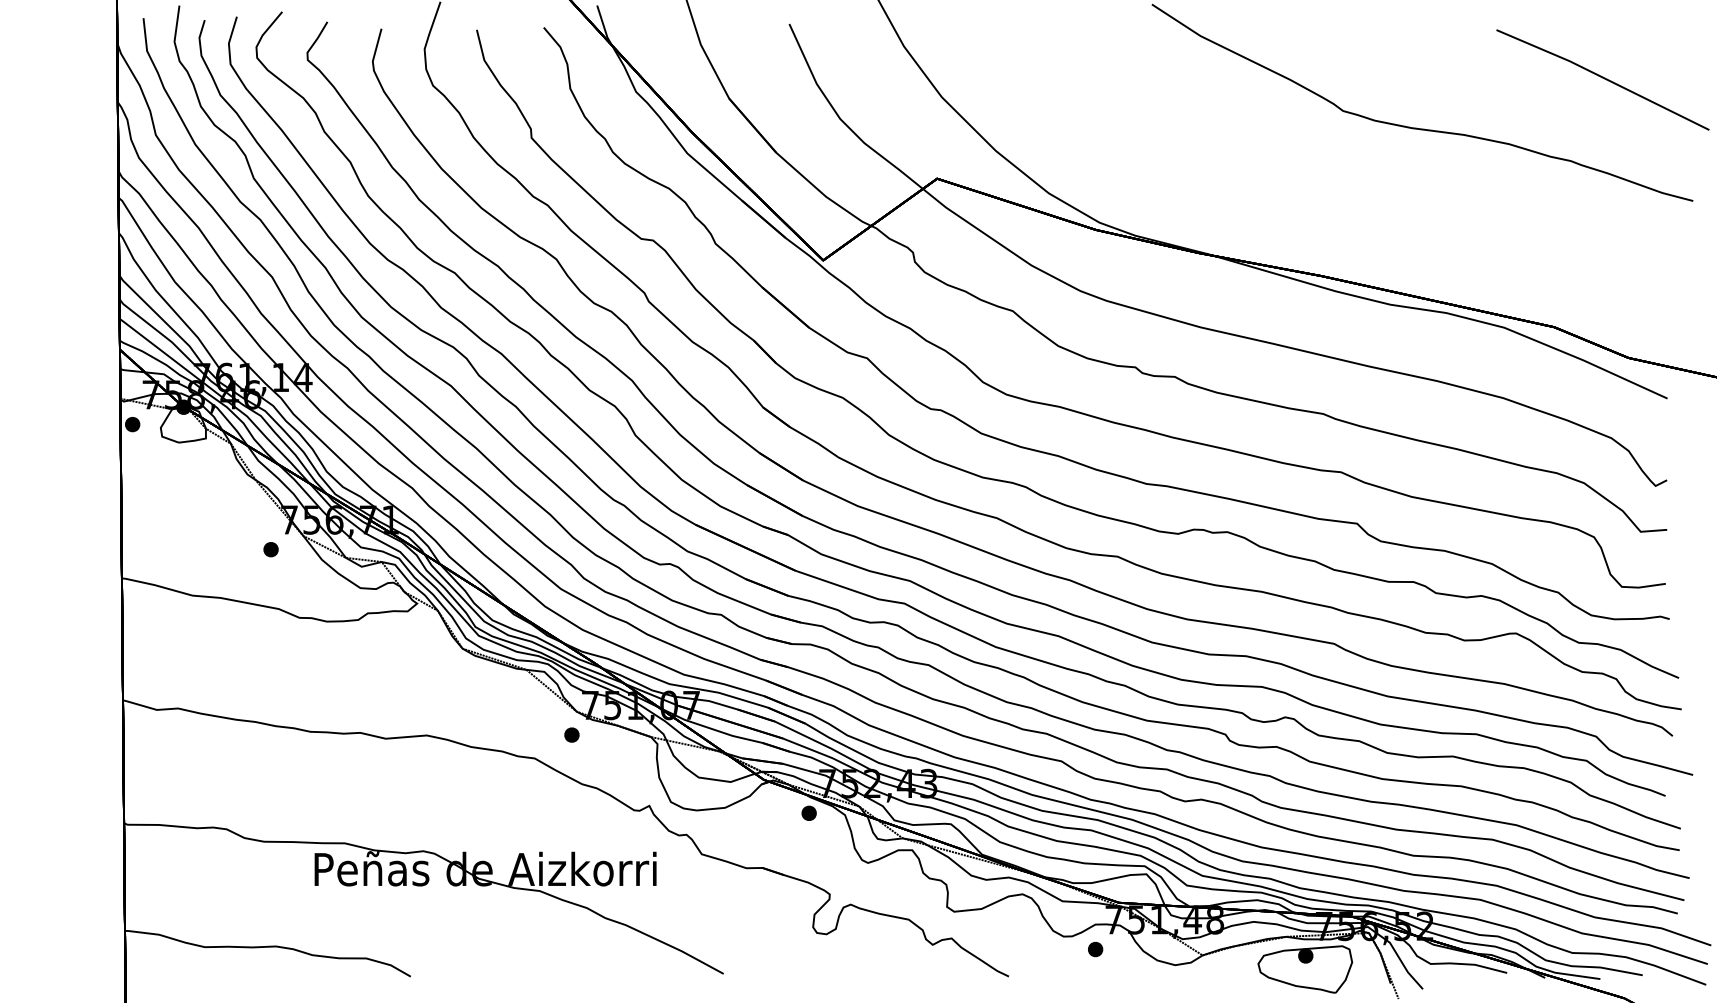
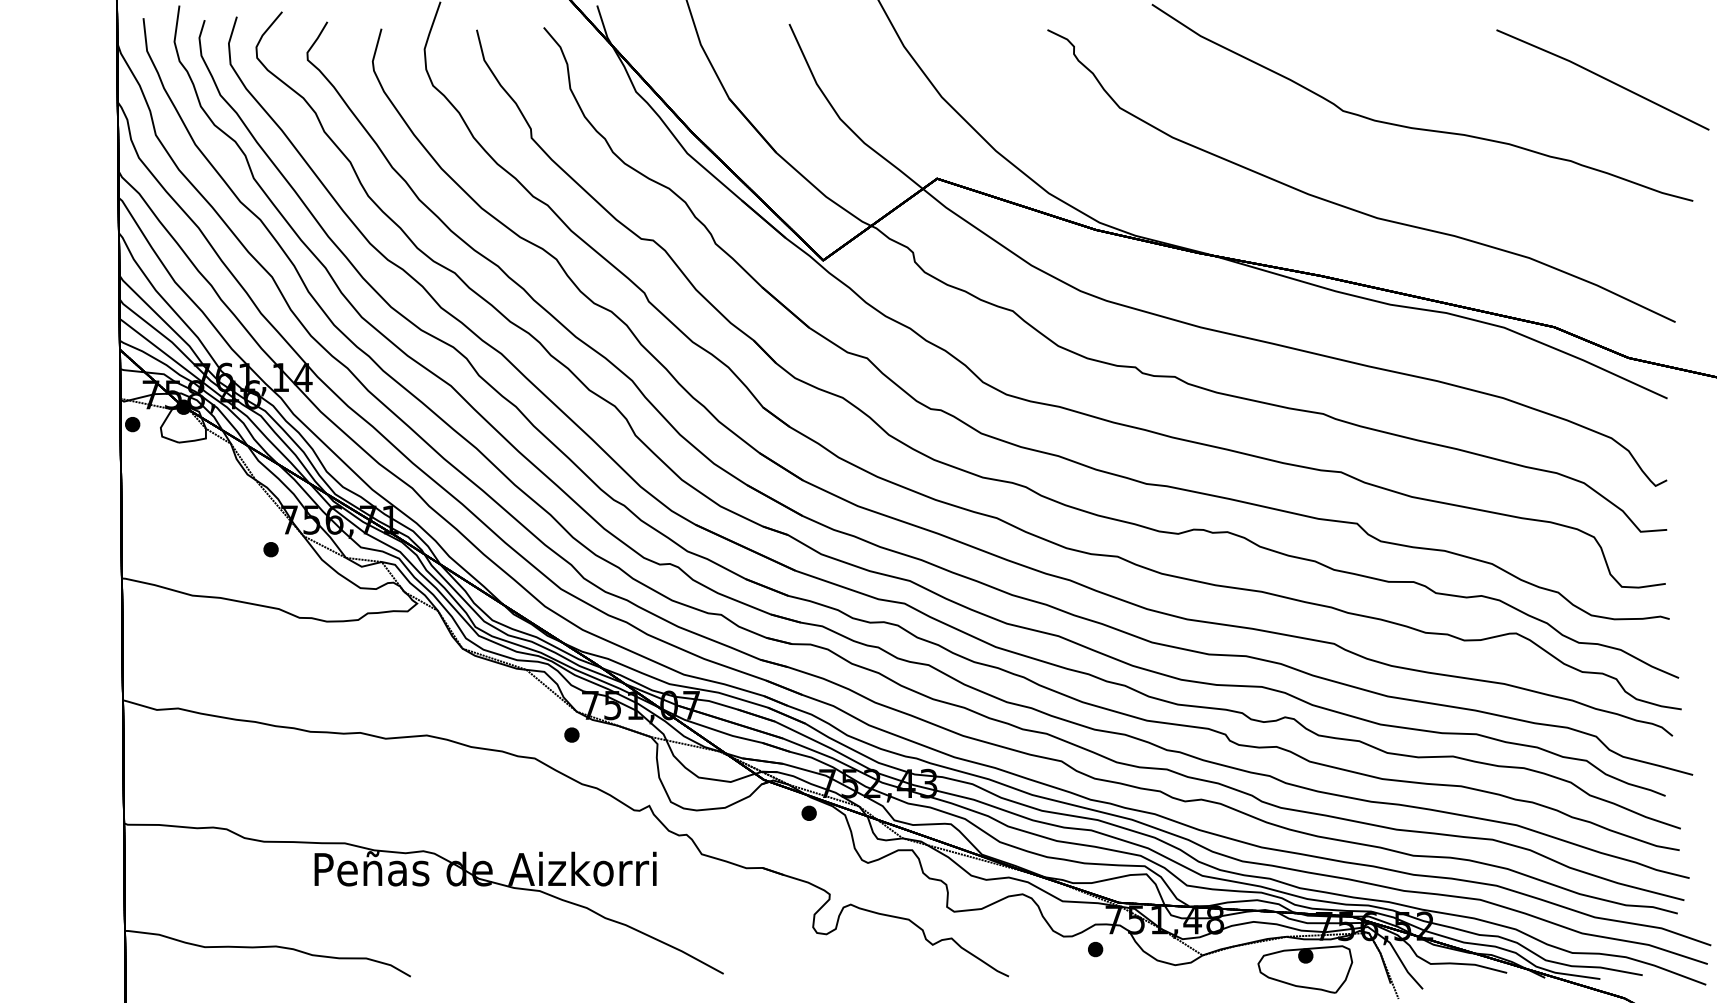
part at (1350, 207): none -> present
